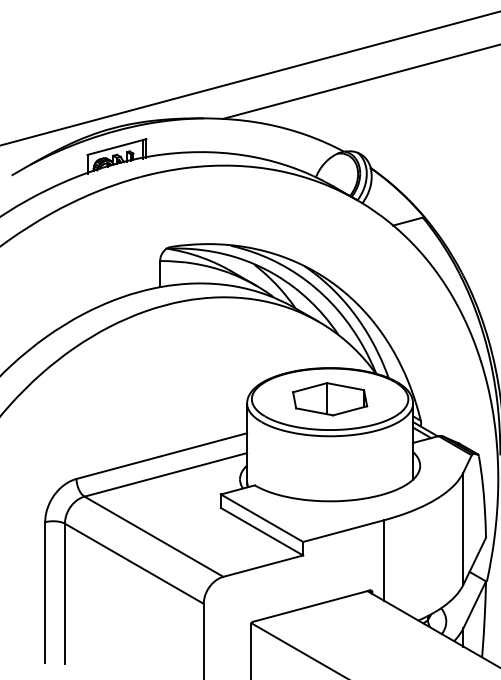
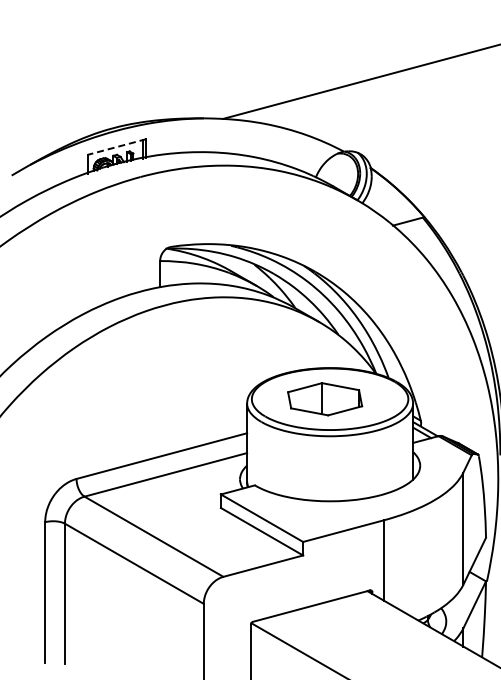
line at (249, 78): present -> none
line at (116, 147): solid -> dashed
part at (330, 399) position: (330, 399) -> (325, 399)
